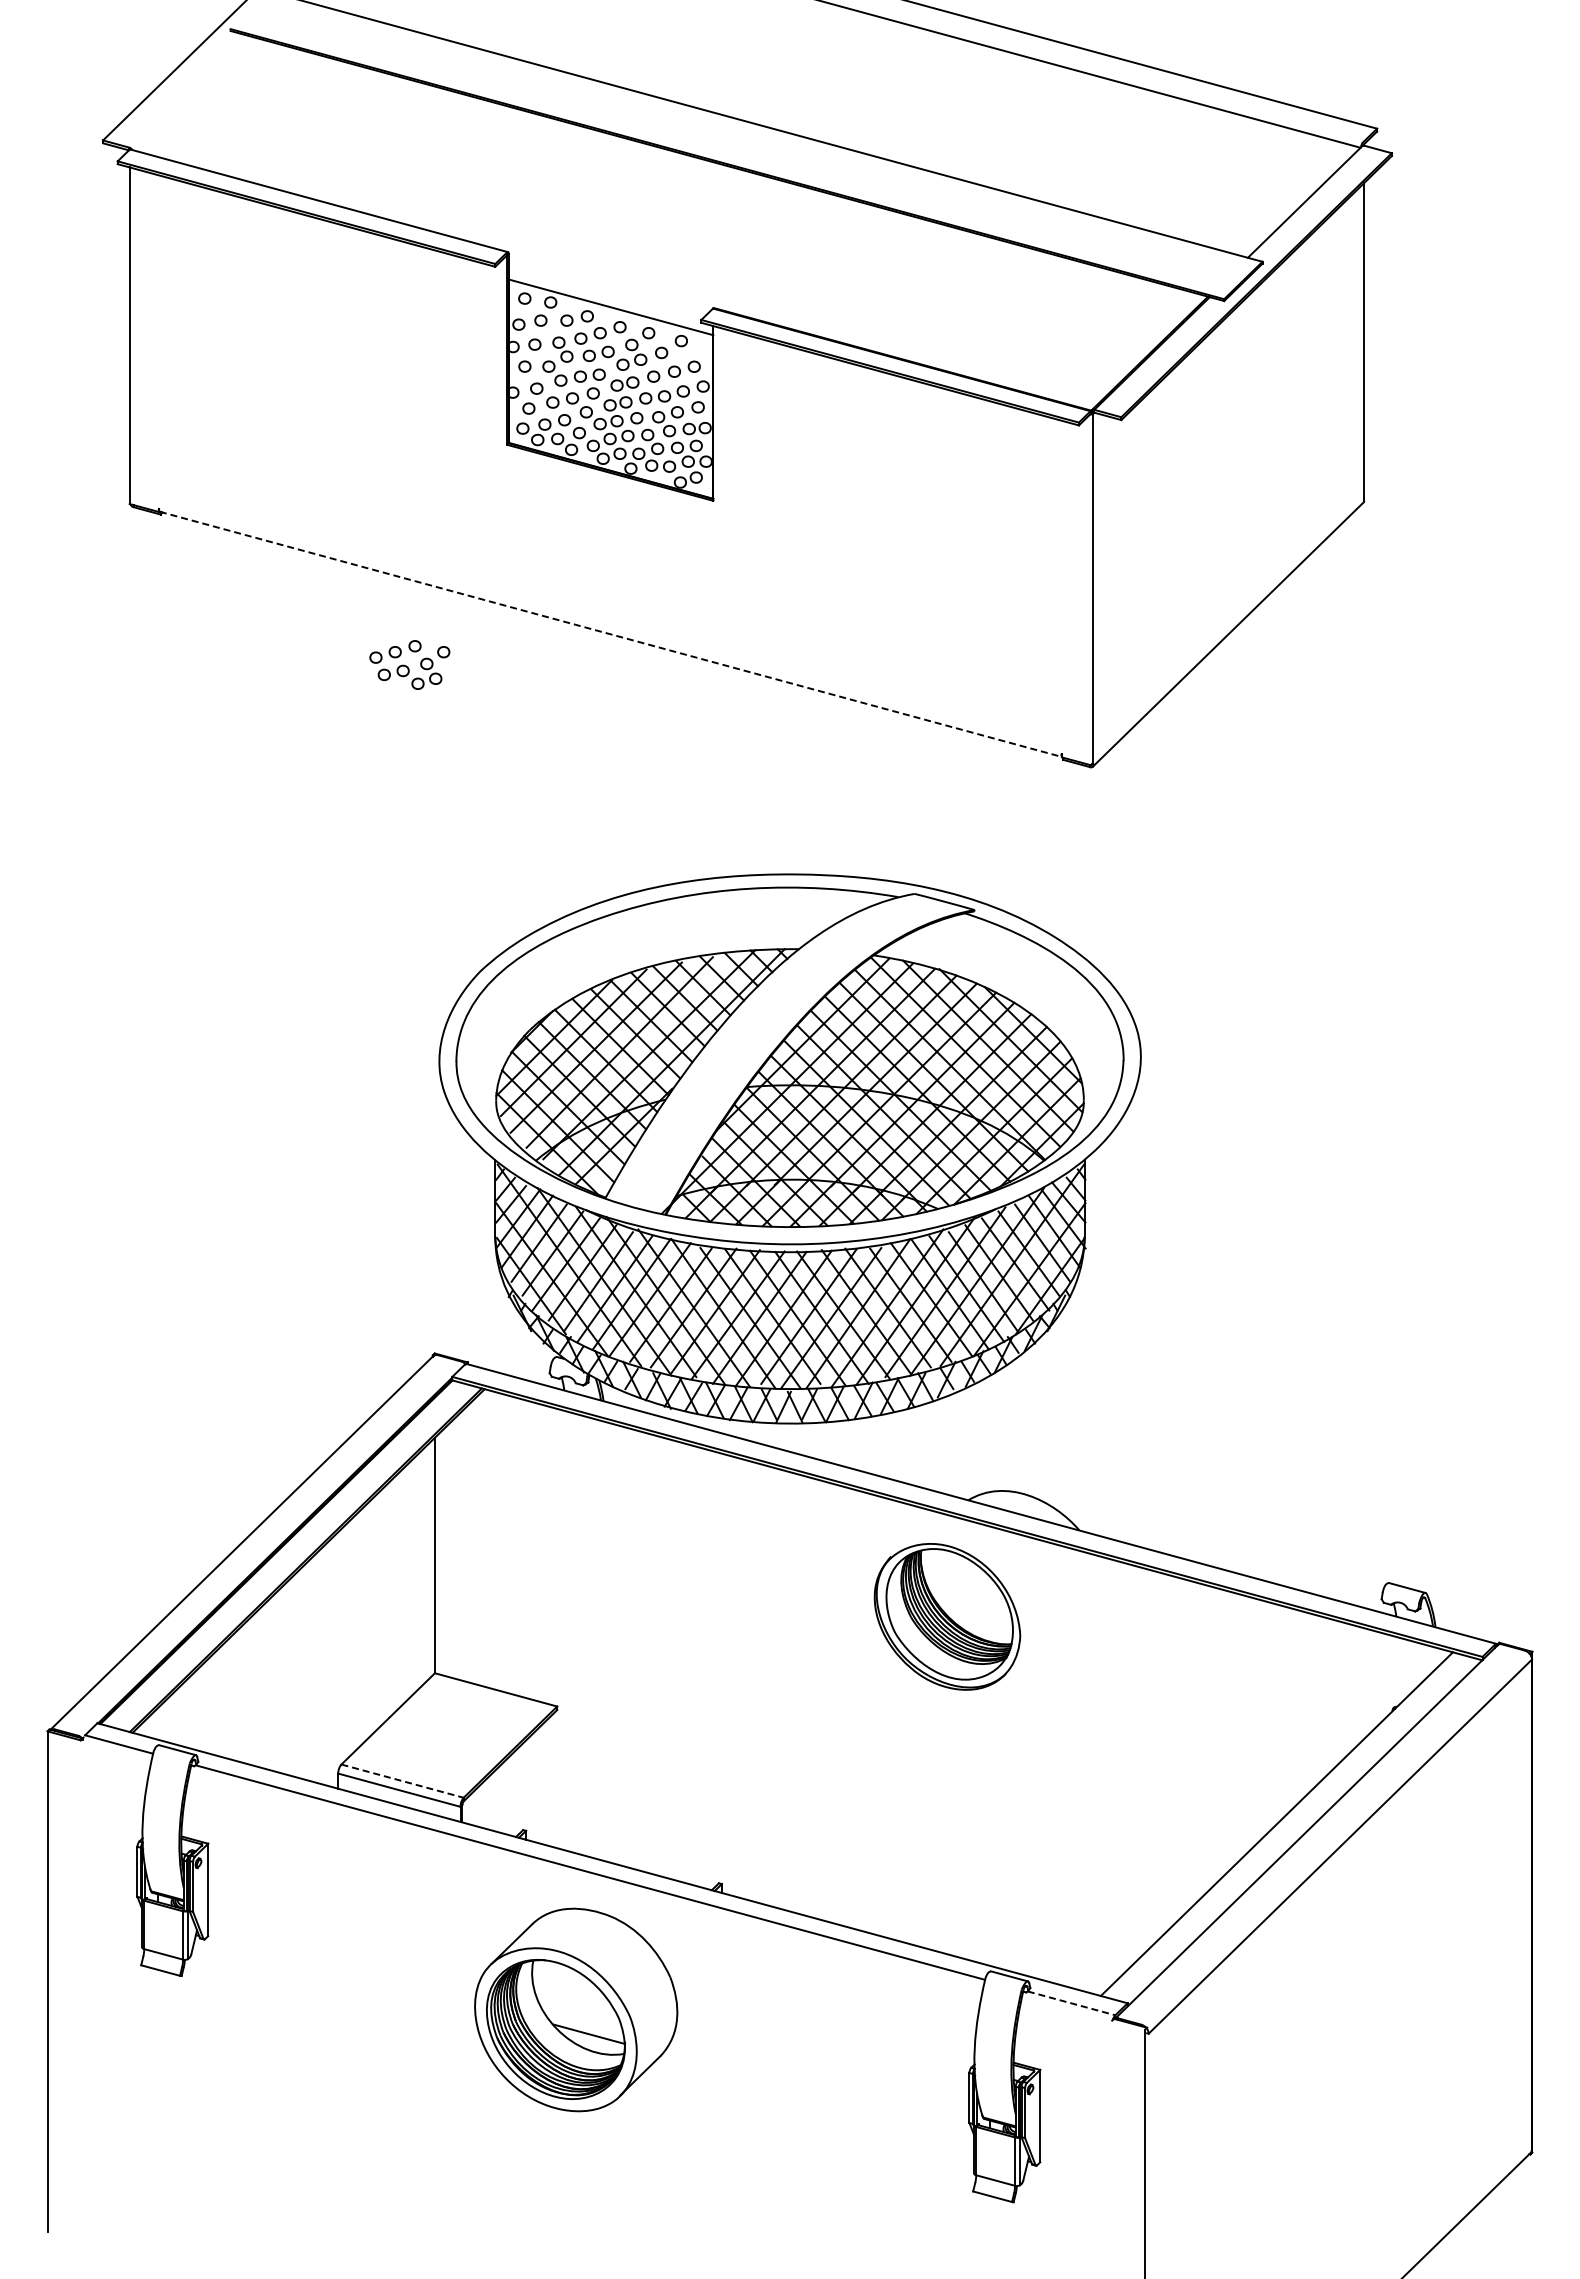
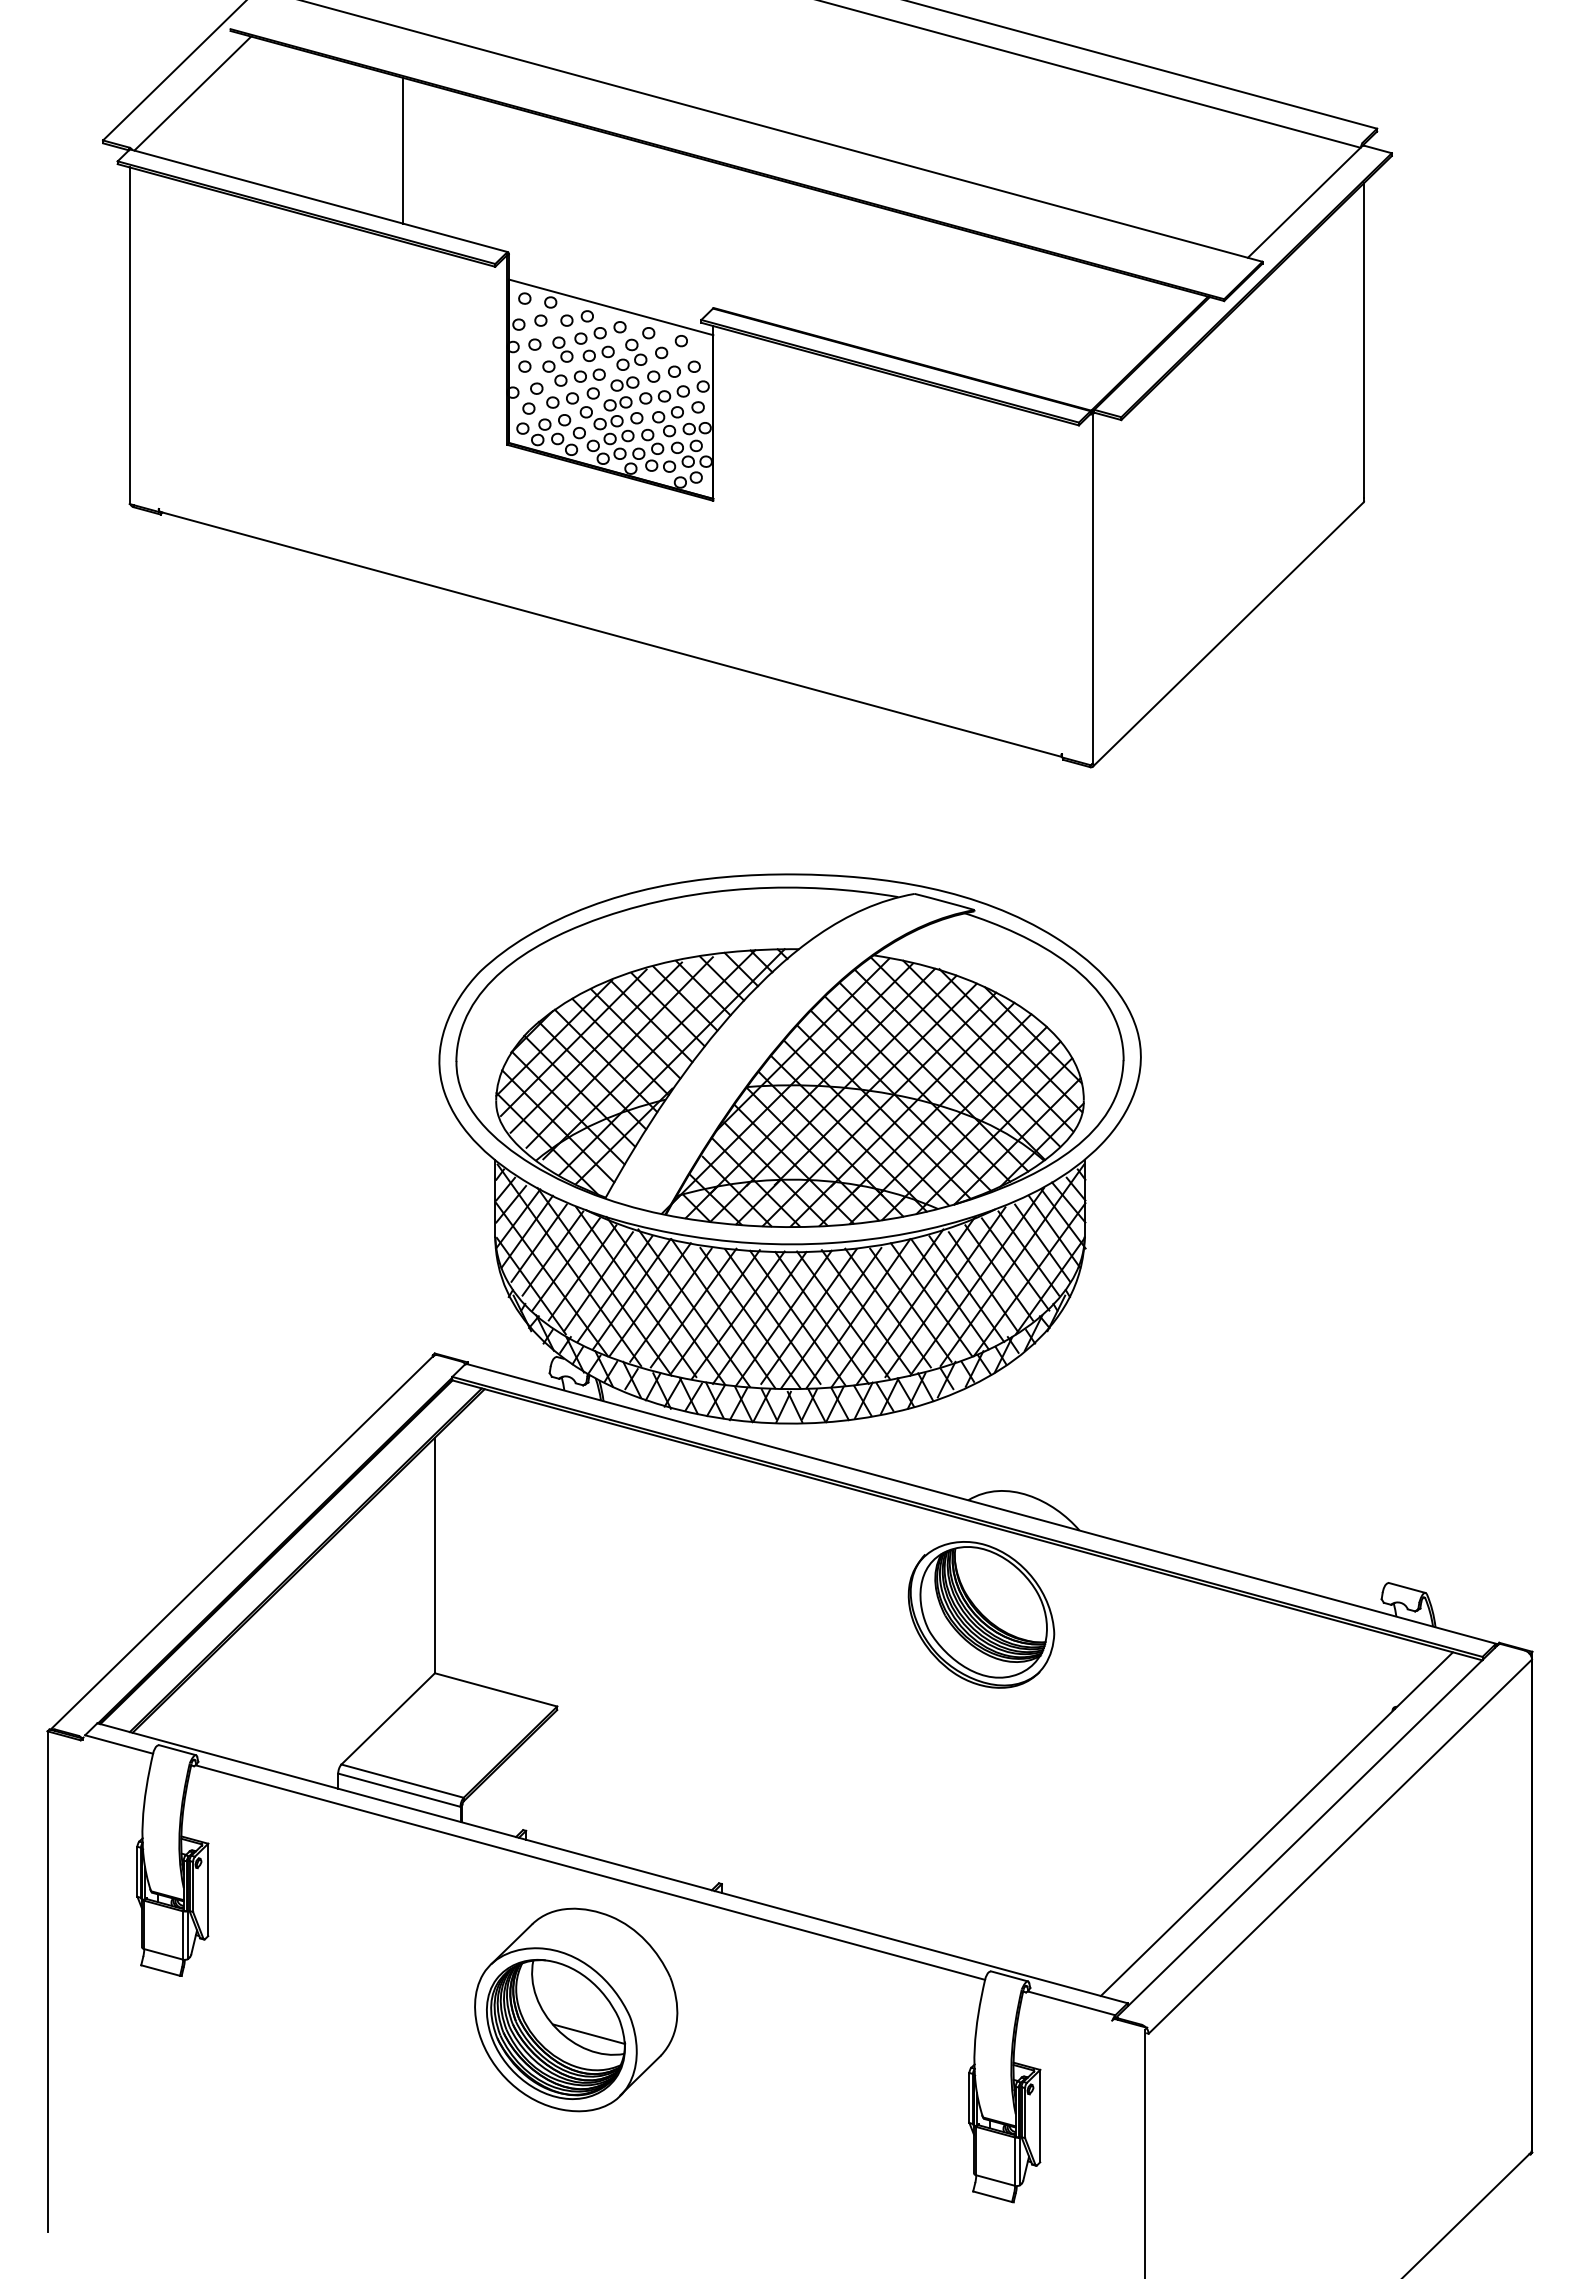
line at (192, 93): none -> present
line at (403, 150): none -> present
line at (611, 634): dashed -> solid
part at (409, 664): present -> none
part at (947, 1616) position: (947, 1616) -> (981, 1614)
line at (403, 1781): dashed -> solid
line at (1072, 2003): dashed -> solid
